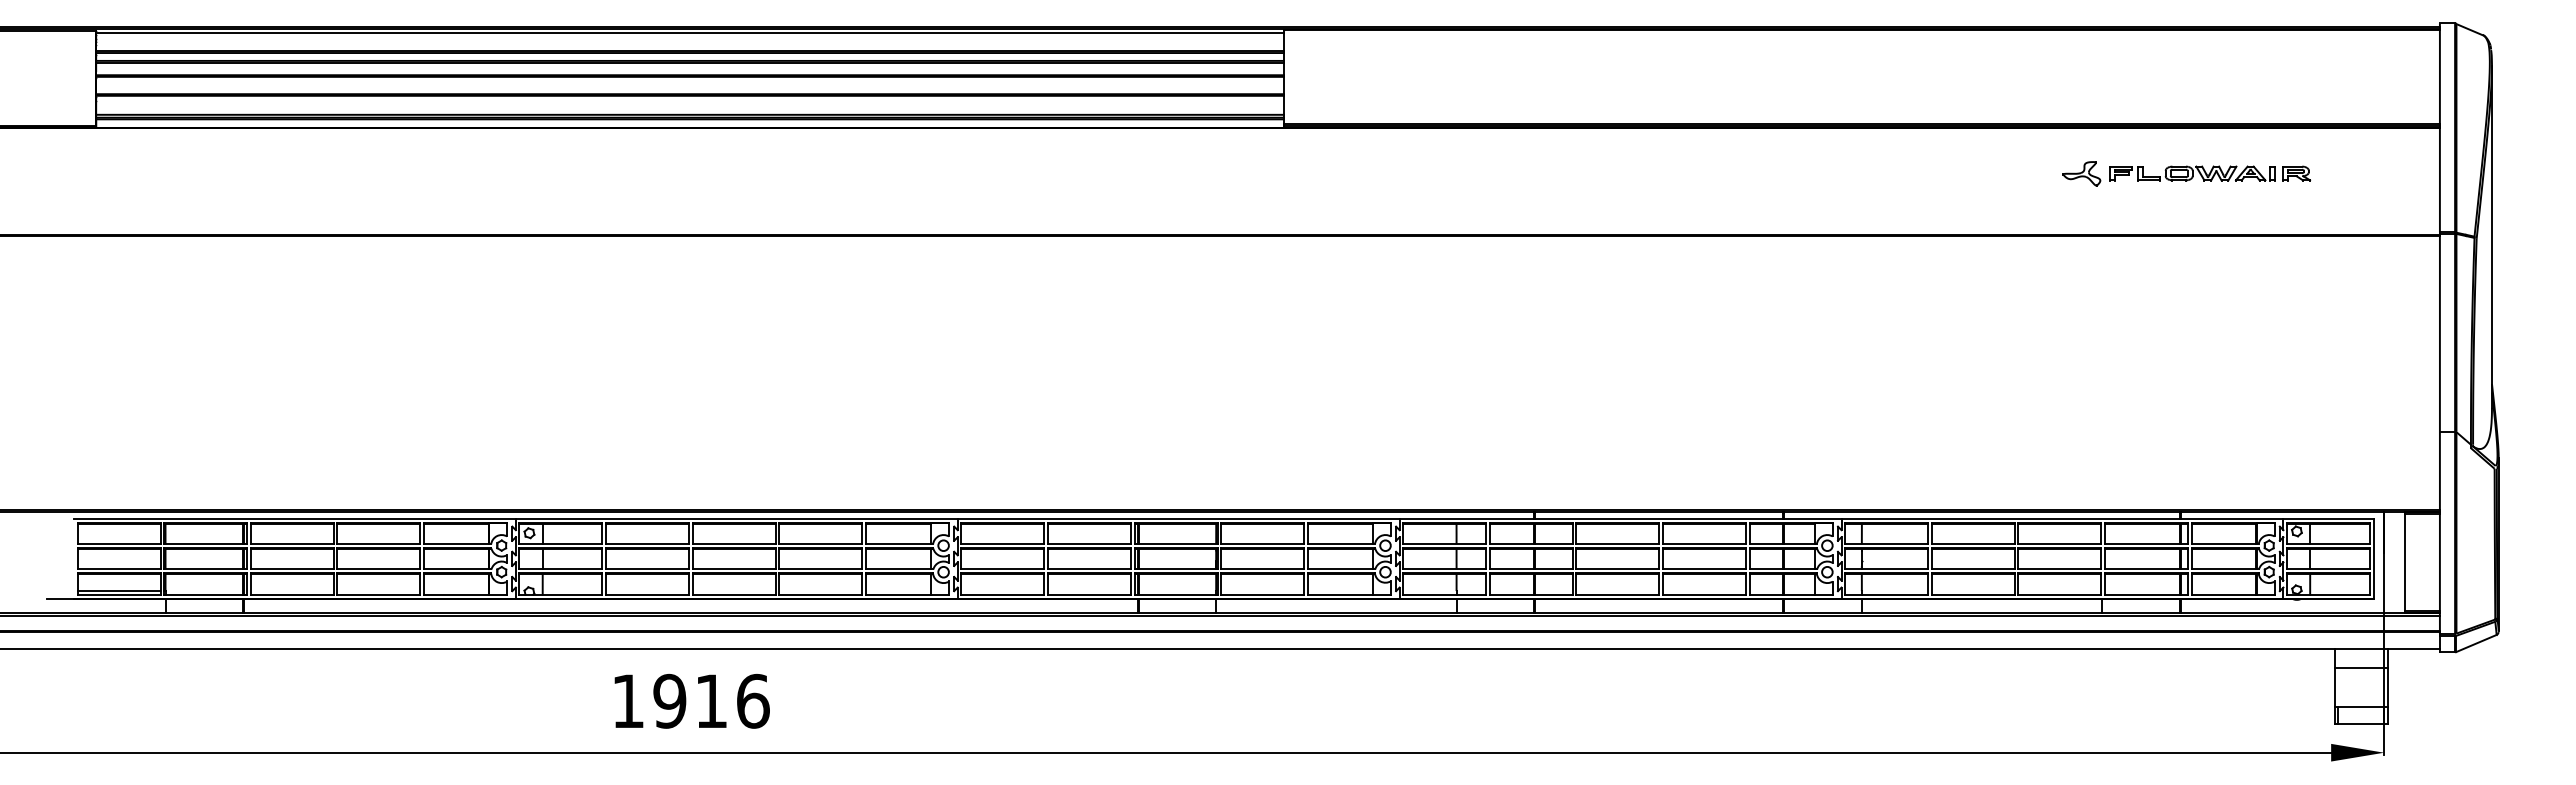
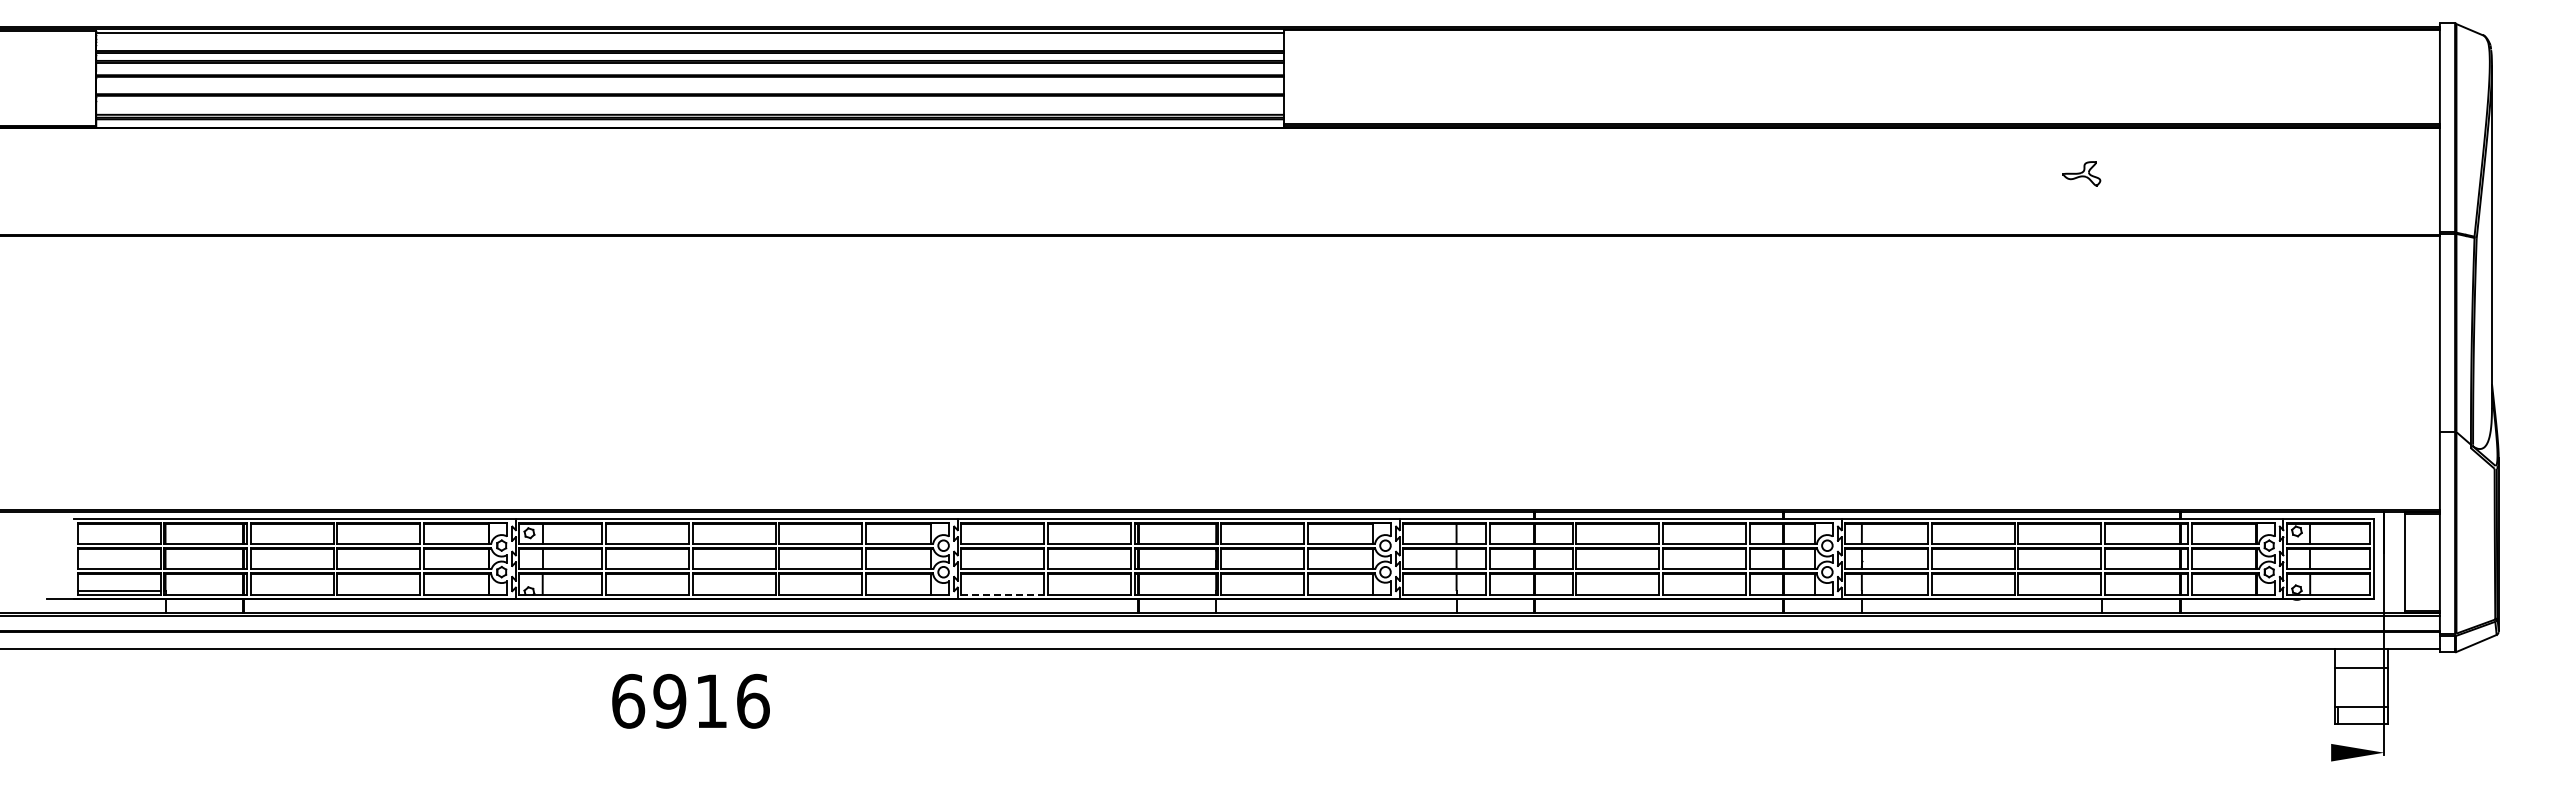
part at (2210, 173): present -> none
line at (1002, 594): solid -> dashed
text at (628, 700): 1916 -> 6916
line at (1166, 752): present -> none
